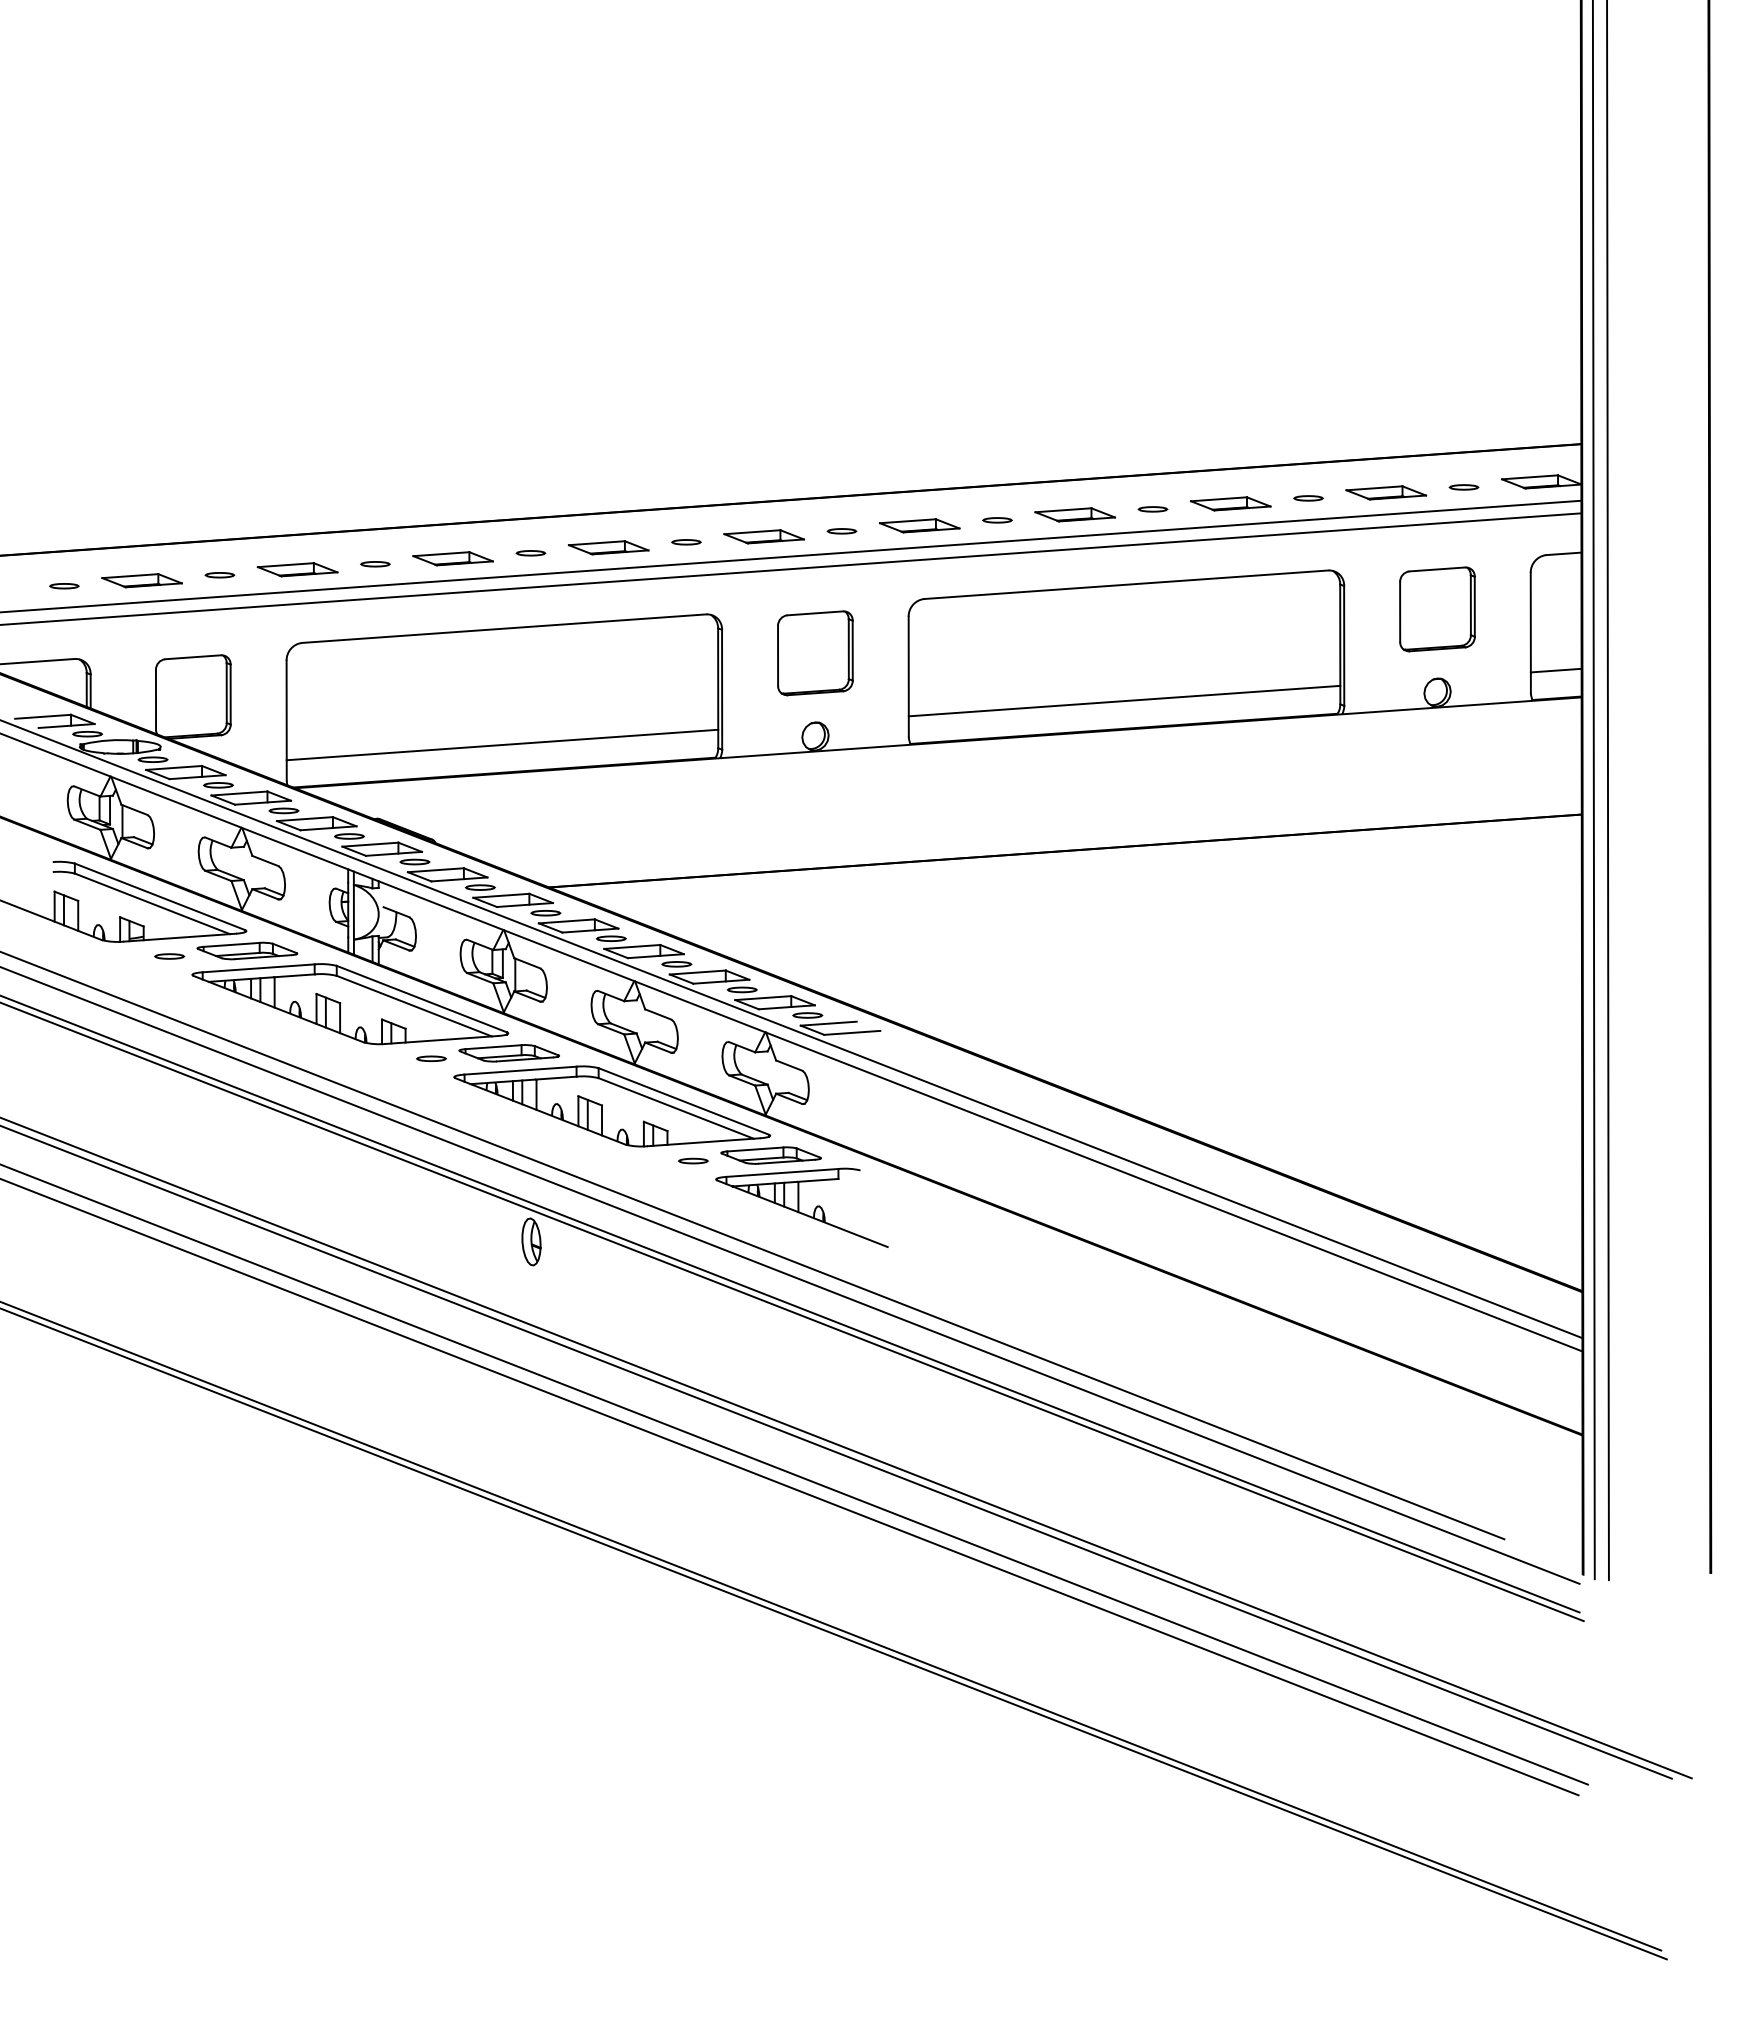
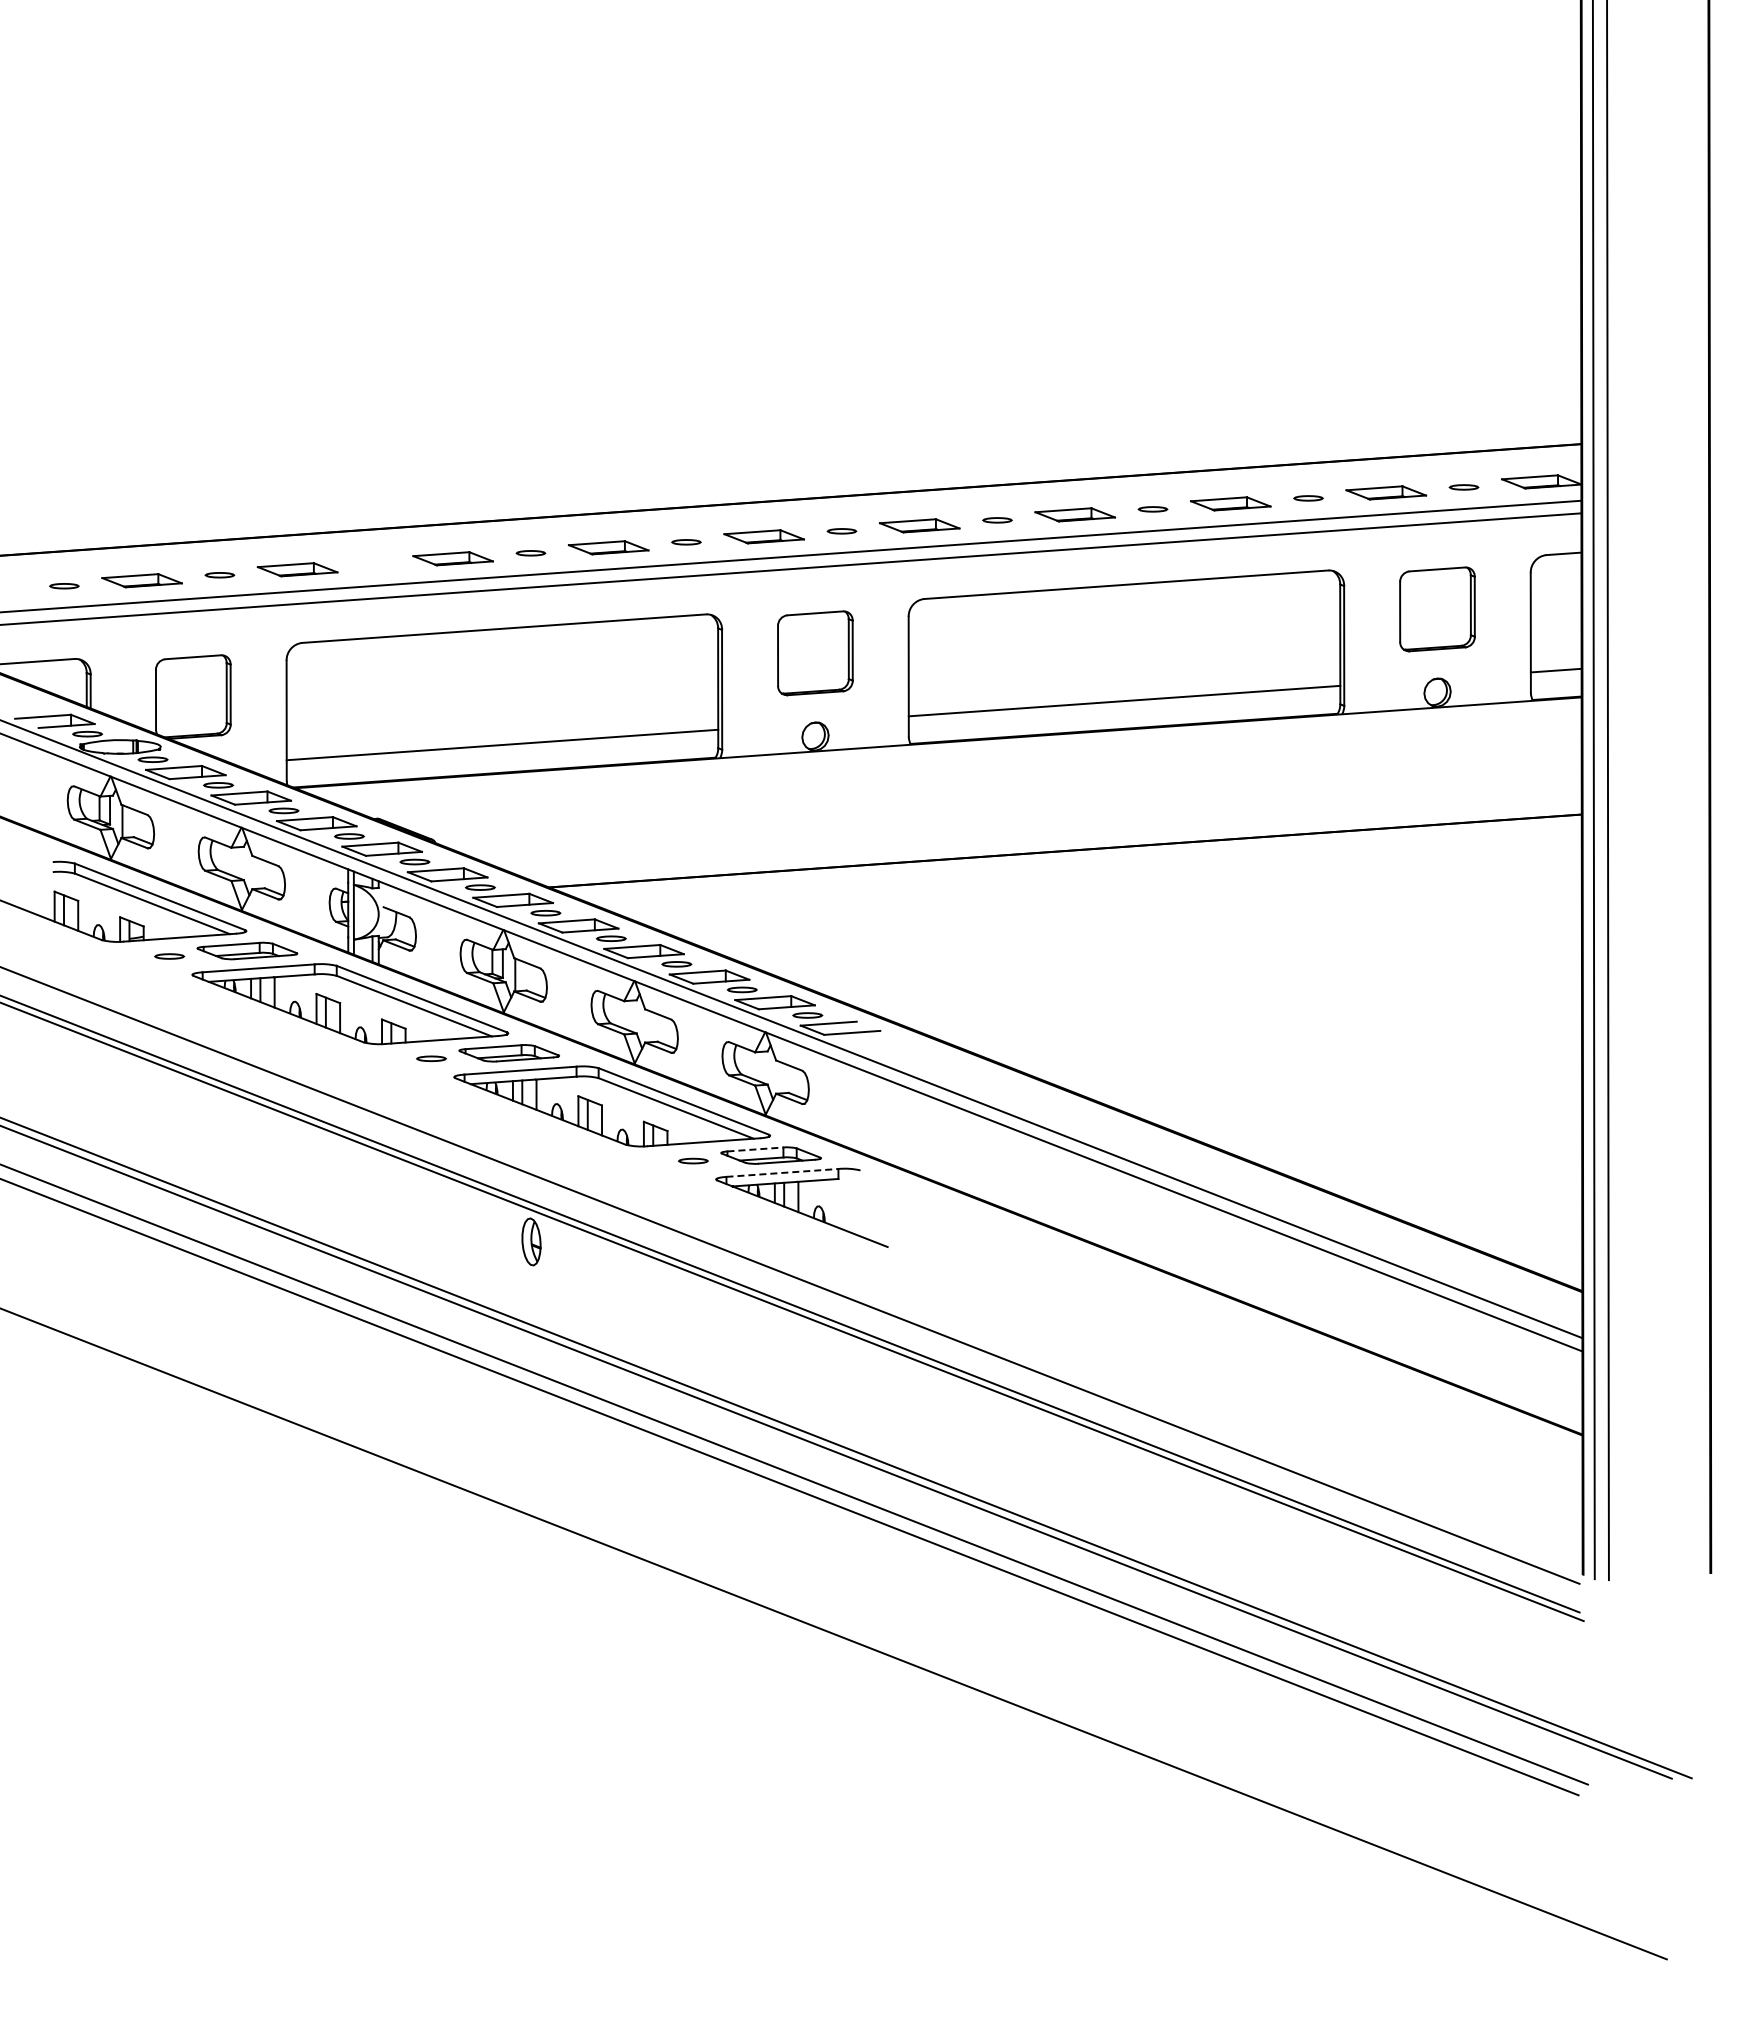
part at (375, 564): present -> none
line at (755, 1149): solid -> dashed
line at (782, 1172): solid -> dashed
line at (753, 1245): present -> none
line at (831, 1626): present -> none
